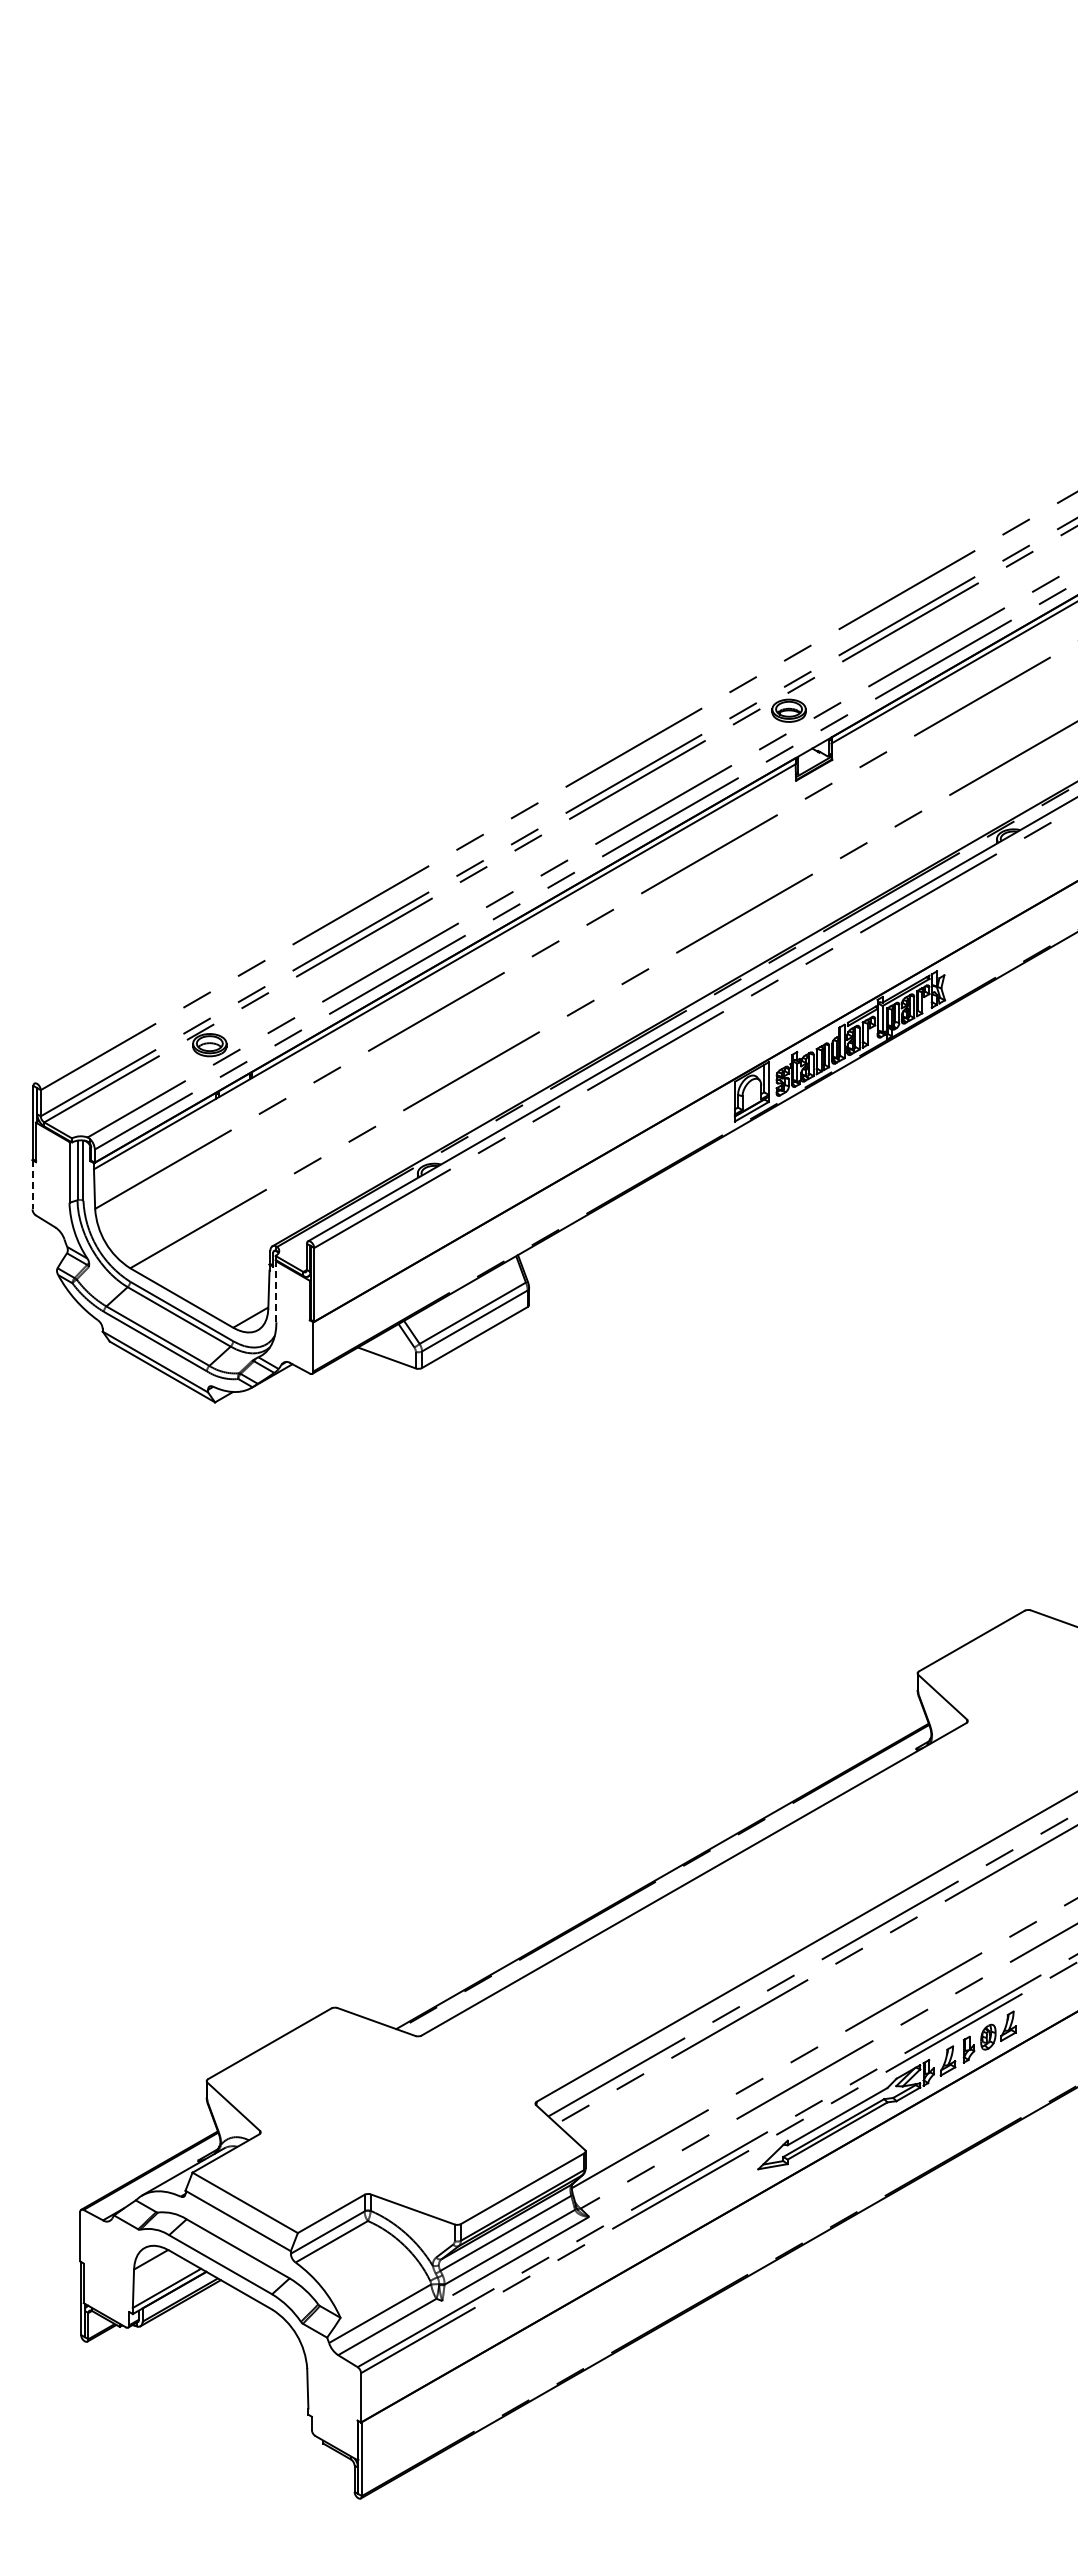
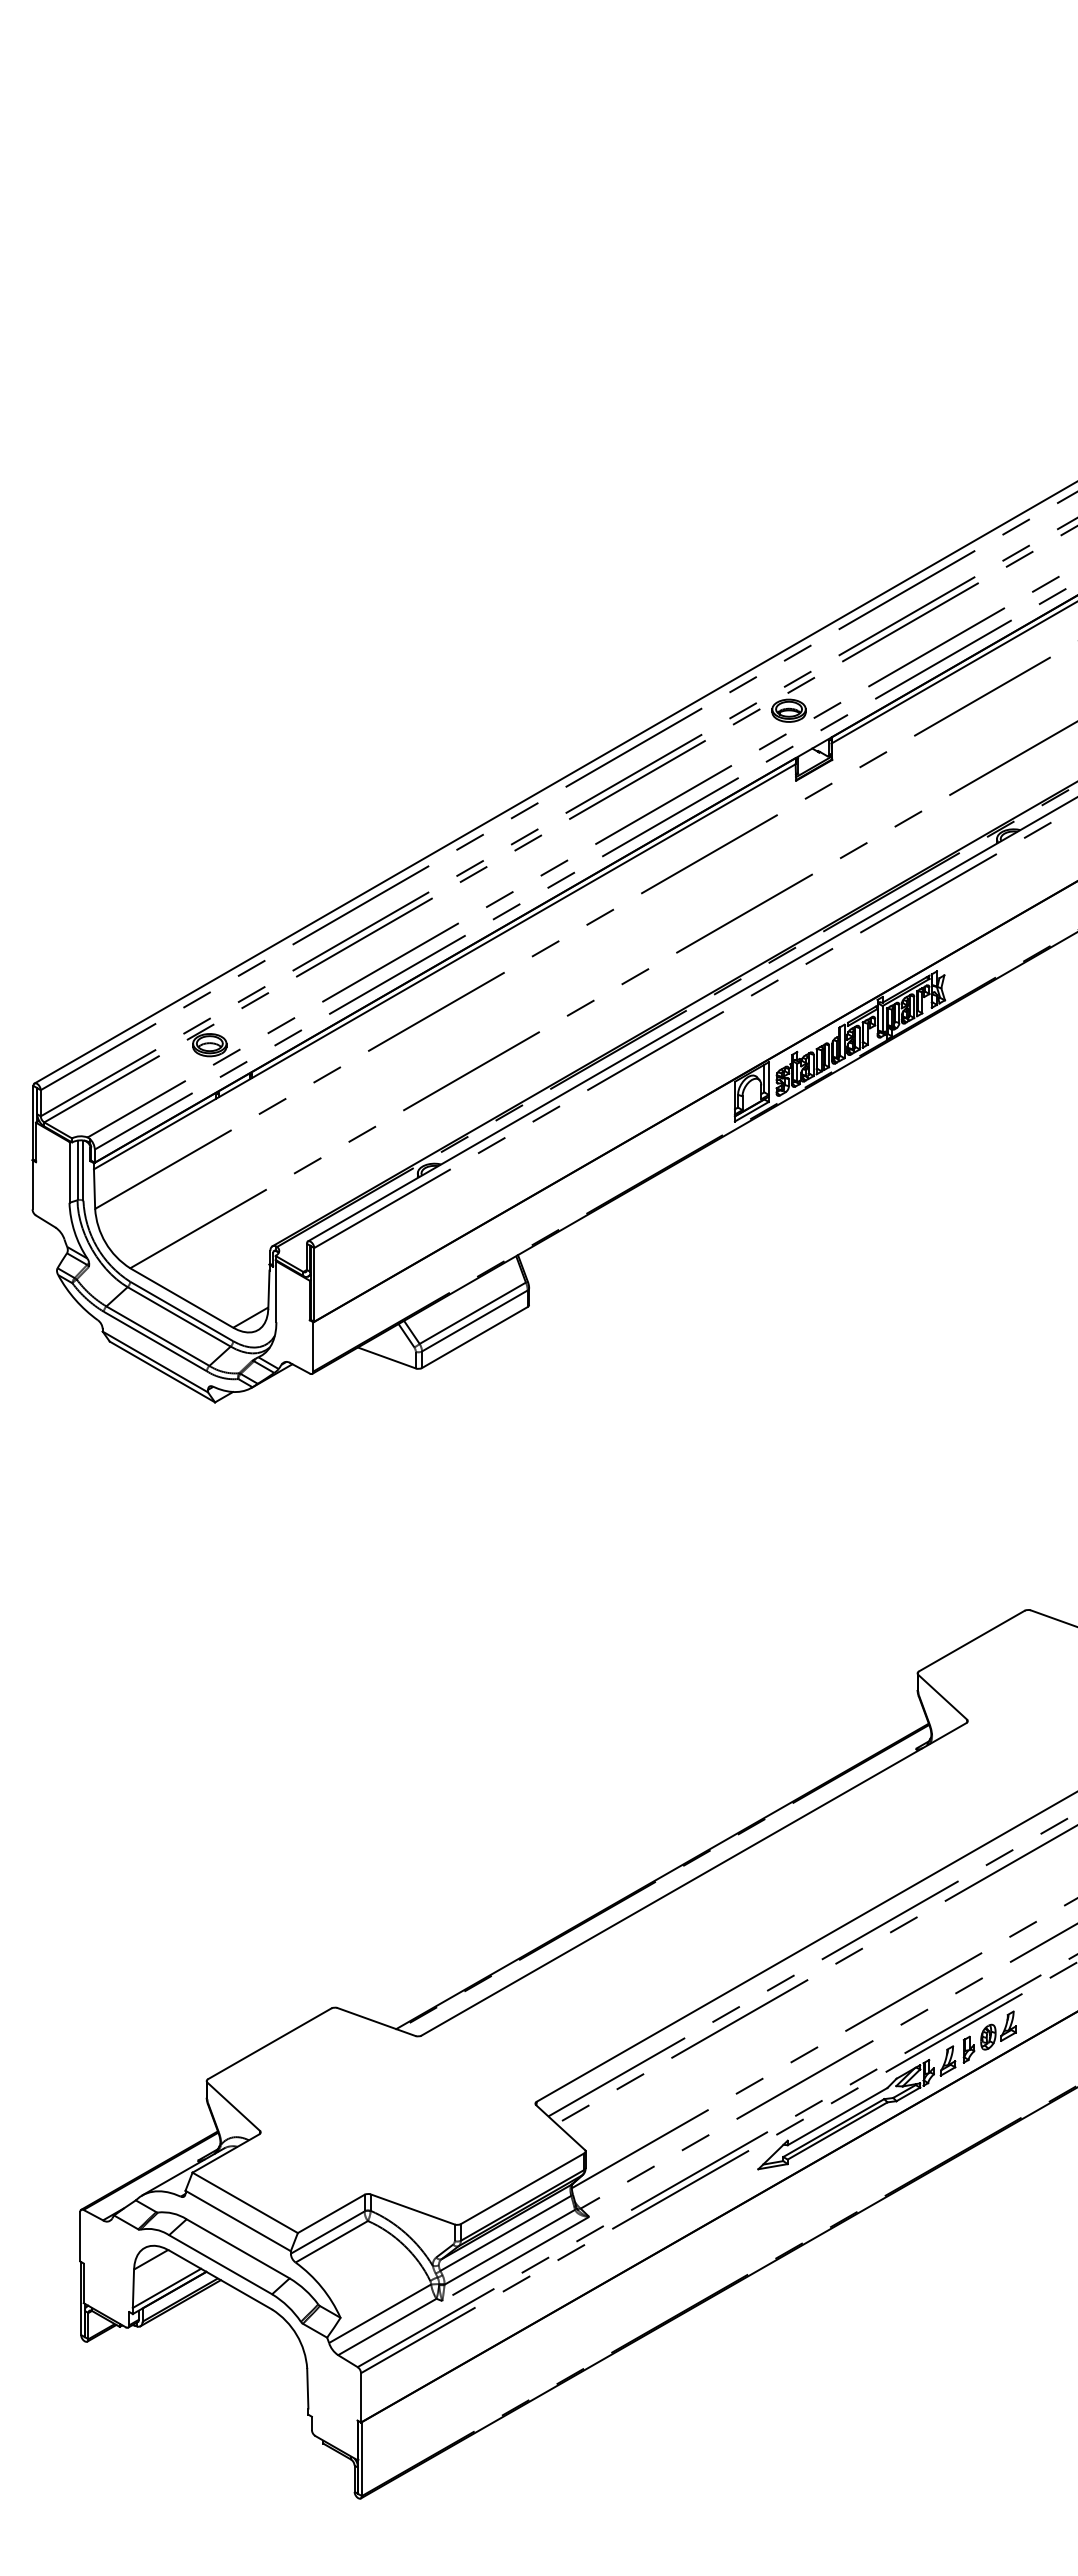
line at (554, 783): none -> present
line at (32, 1184): dashed -> solid
line at (276, 1291): dashed -> solid
